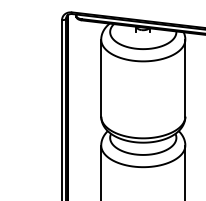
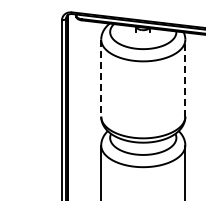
line at (185, 77): solid -> dashed
line at (101, 78): solid -> dashed
